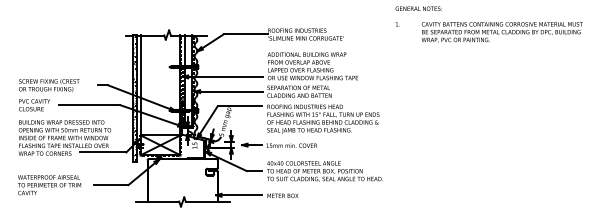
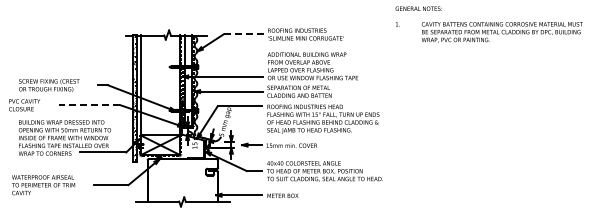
line at (246, 34): solid -> dashed
text at (34, 105) position: (34, 105) -> (24, 105)
line at (89, 105): solid -> dashed
text at (49, 185) position: (49, 185) -> (43, 185)
